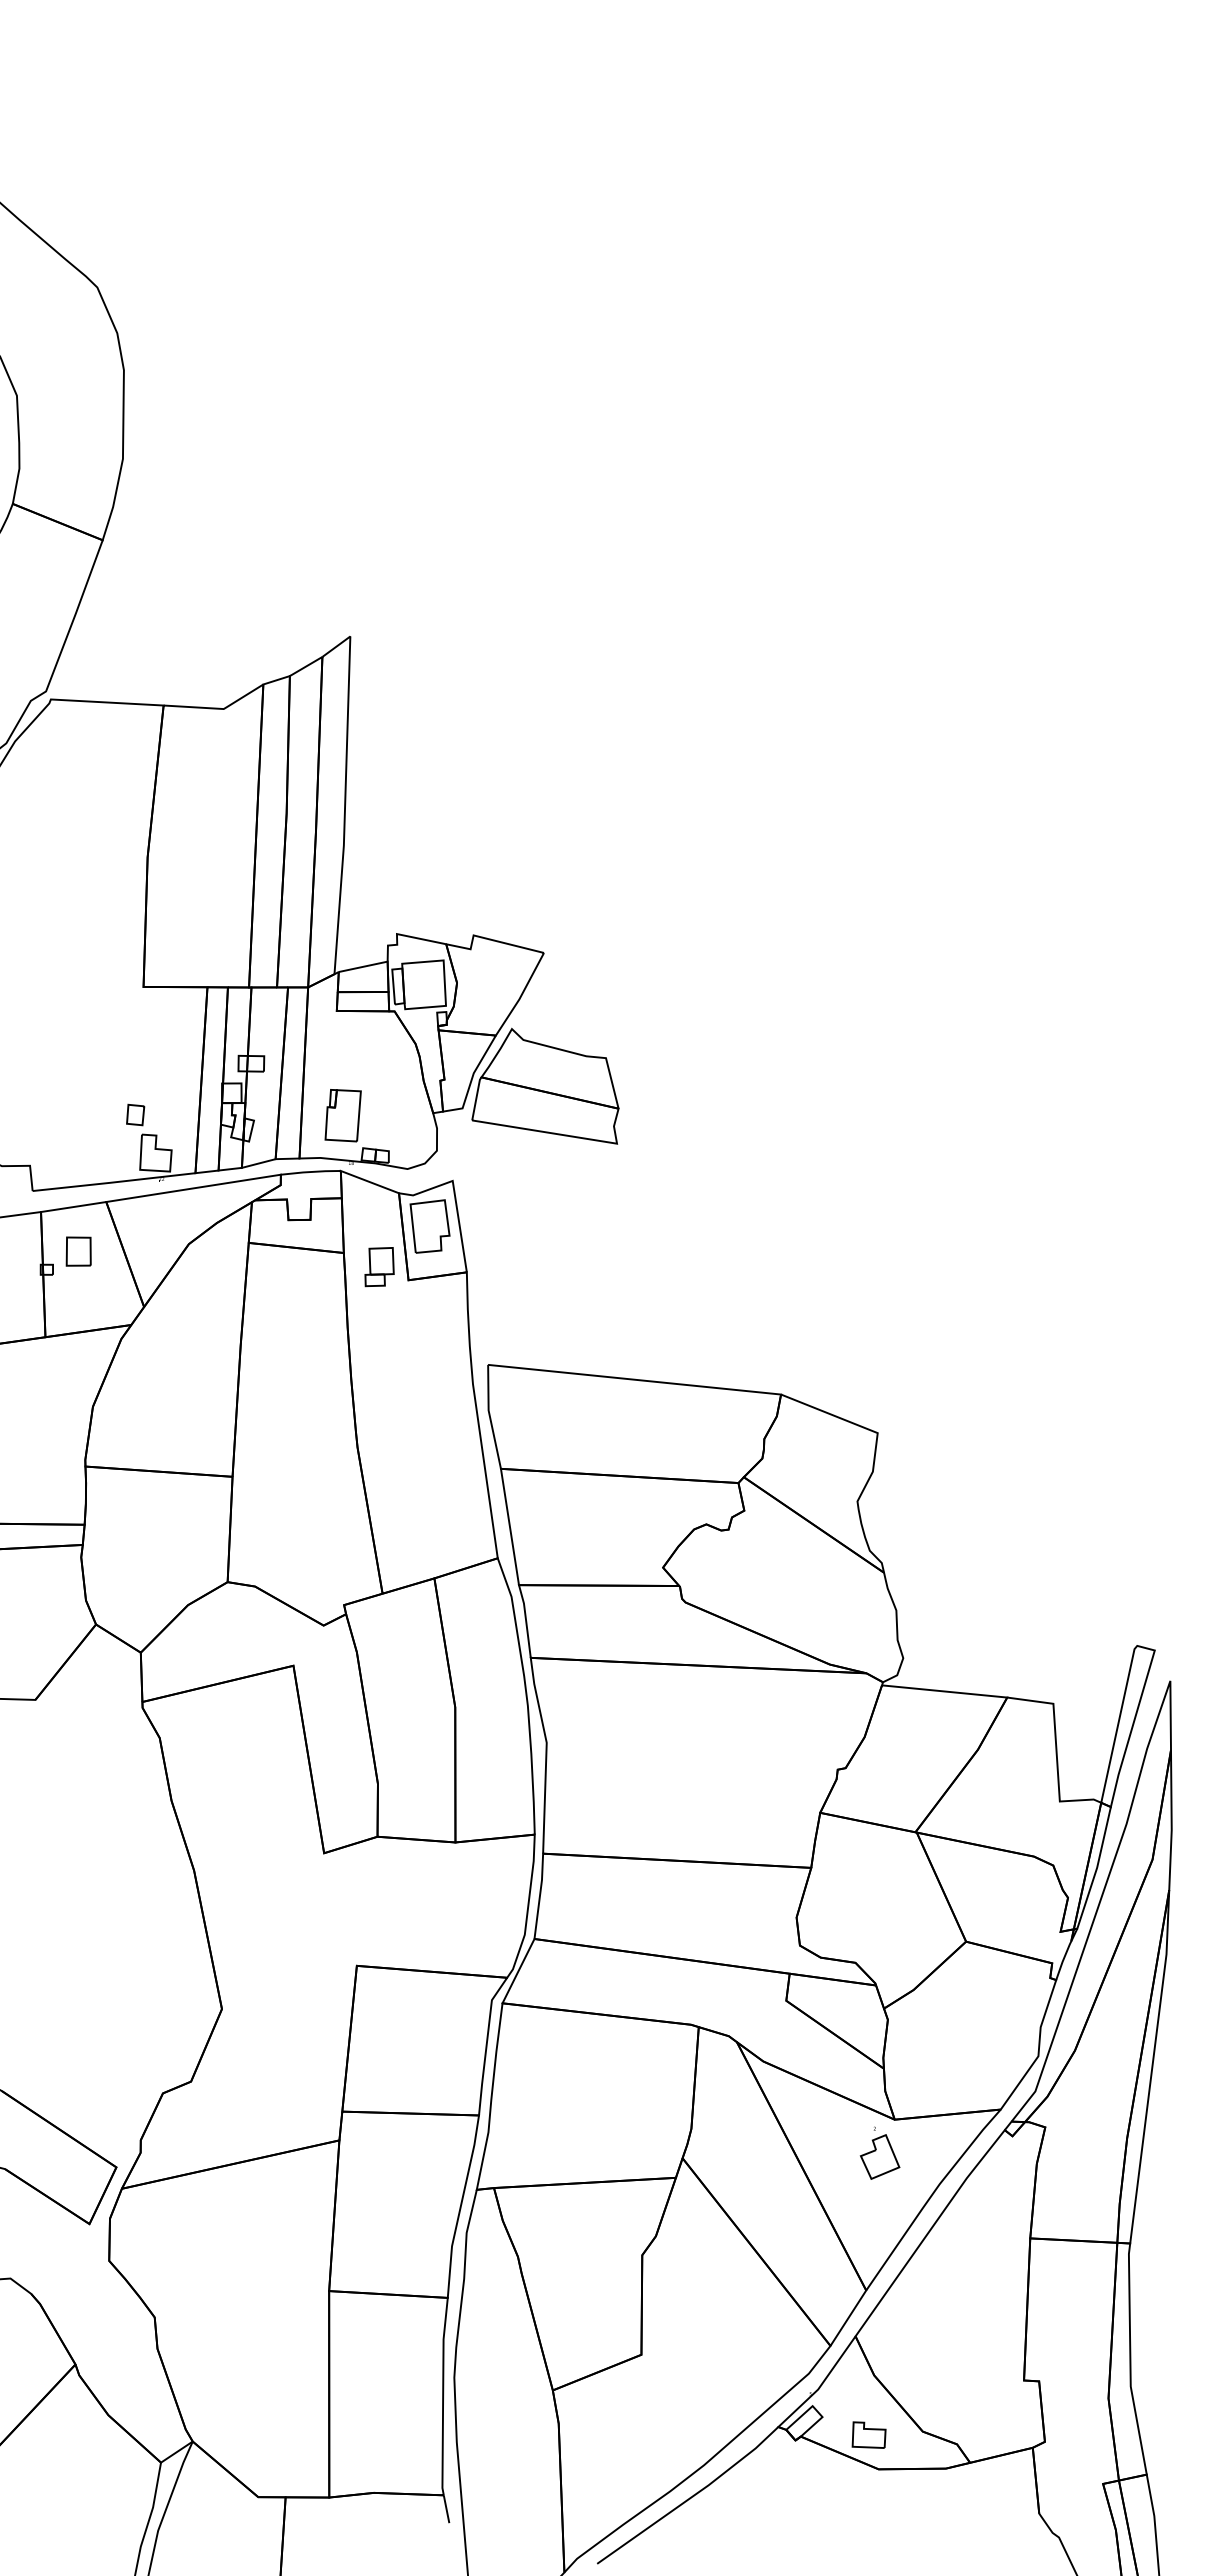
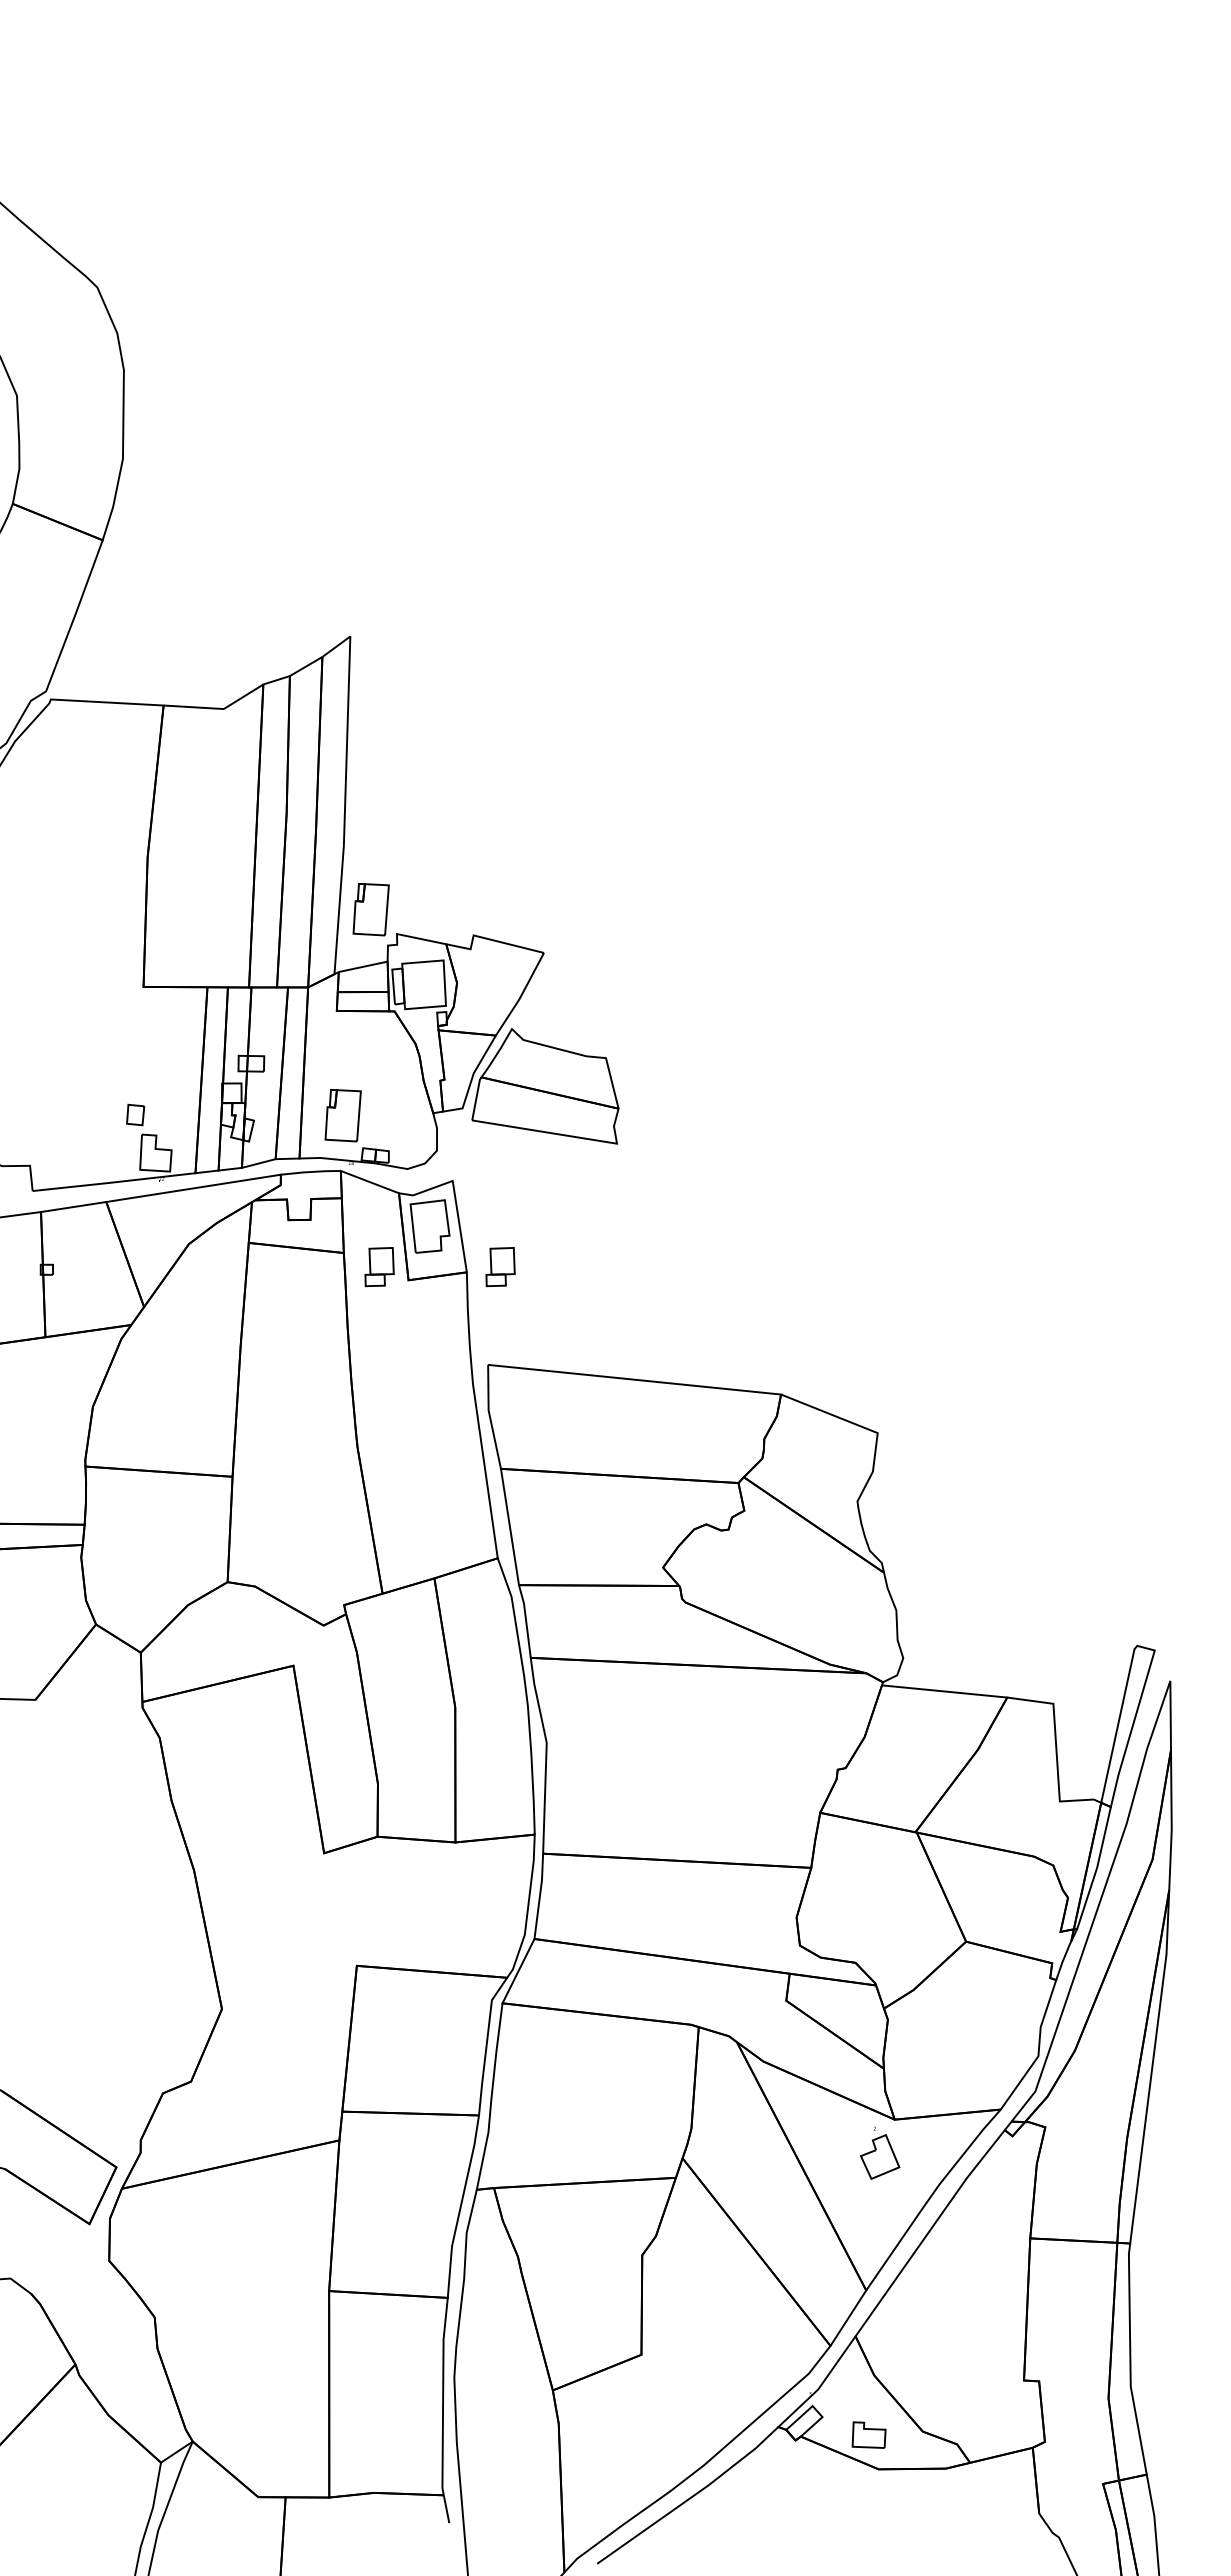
part at (370, 909): none -> present
part at (78, 1251): present -> none
part at (500, 1267): none -> present
